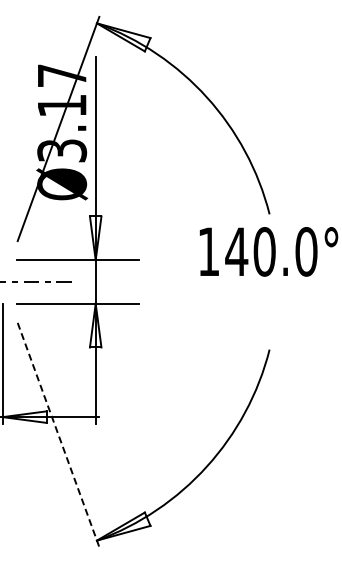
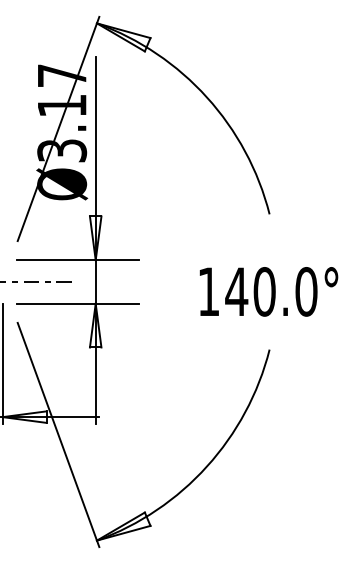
text at (268, 251) position: (268, 251) -> (268, 291)
line at (58, 435): dashed -> solid
